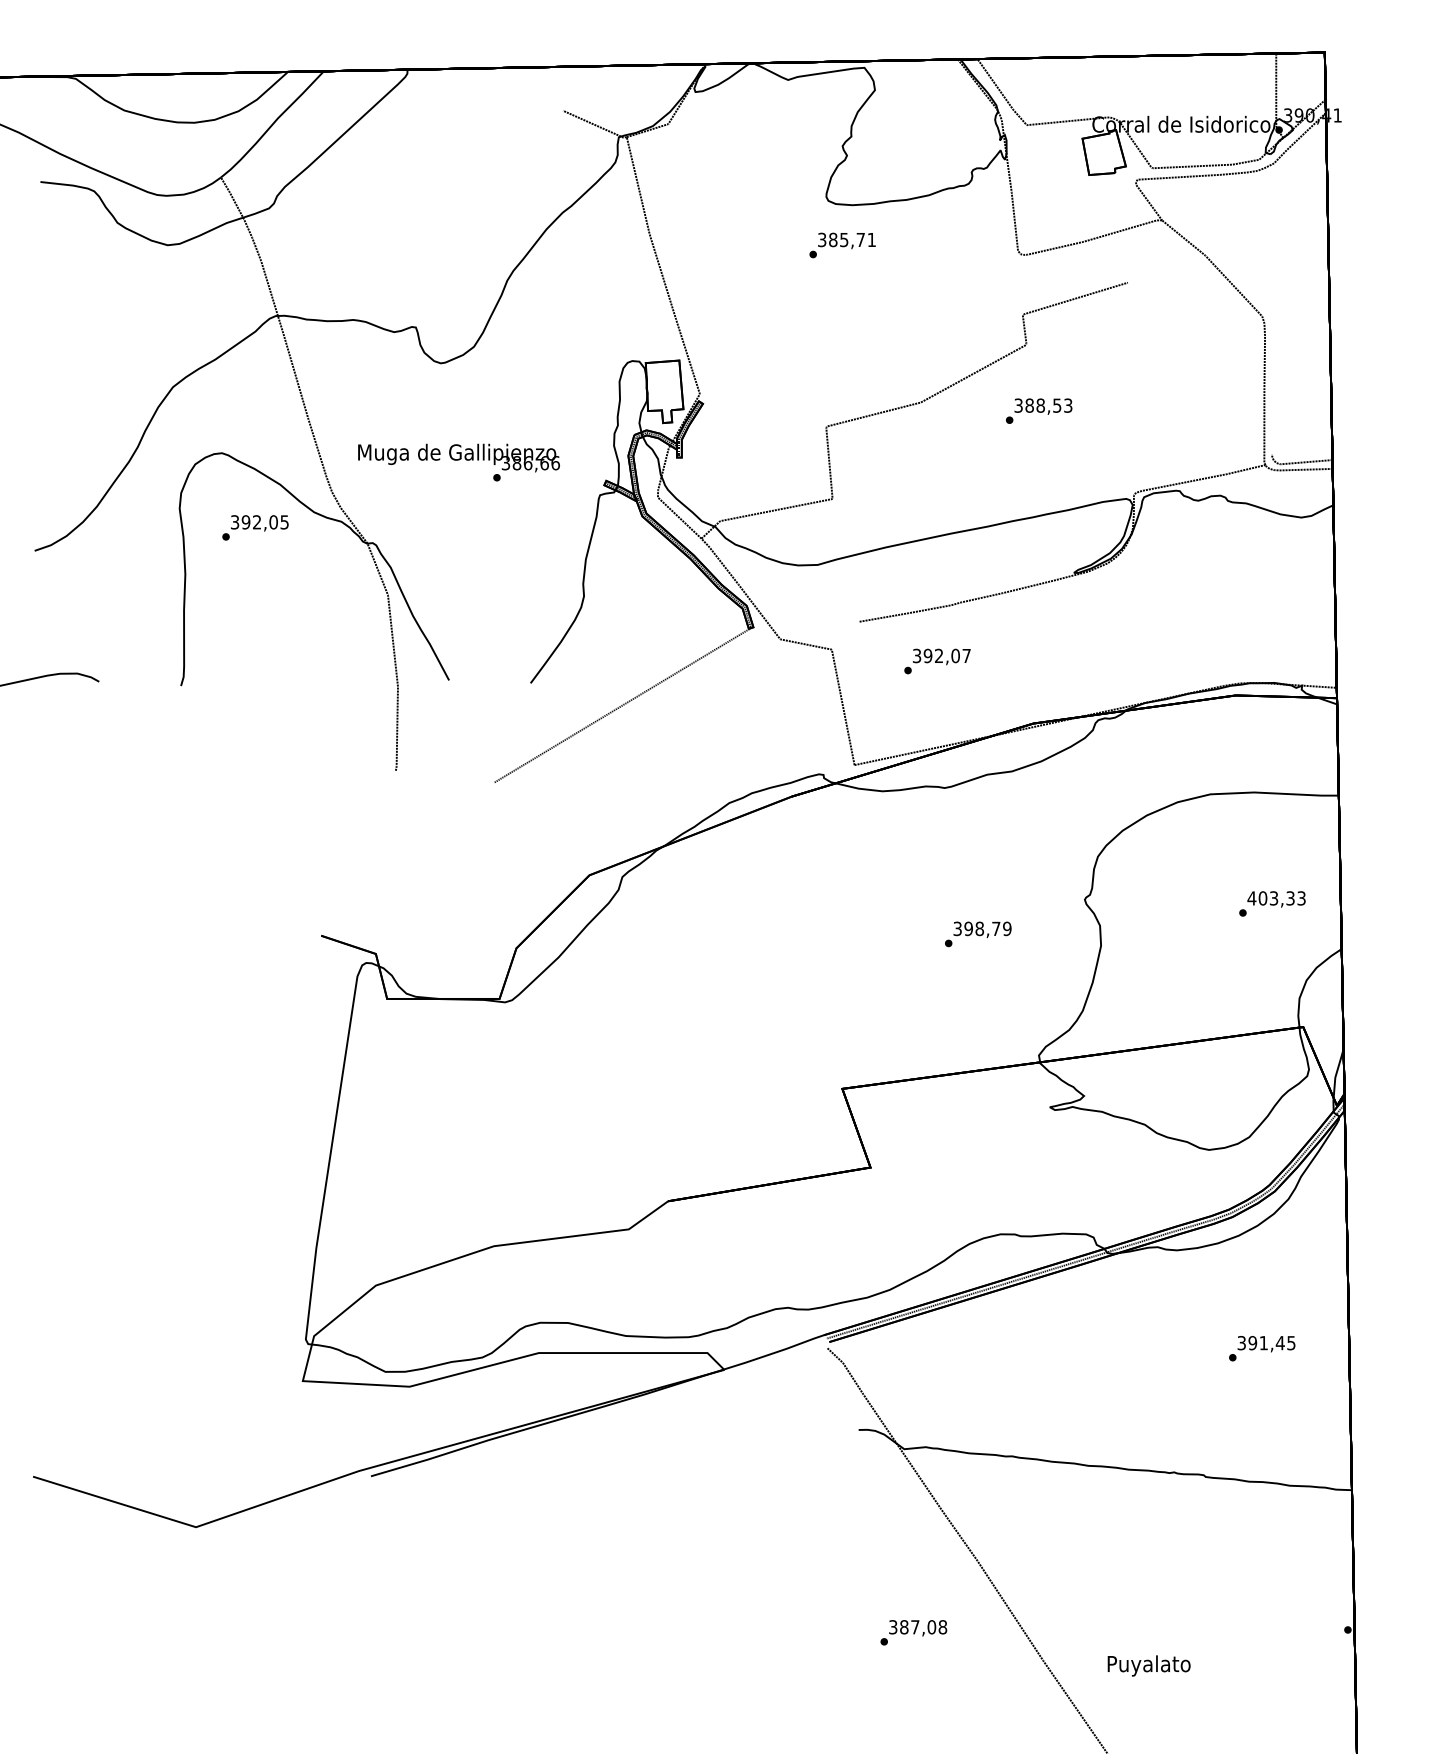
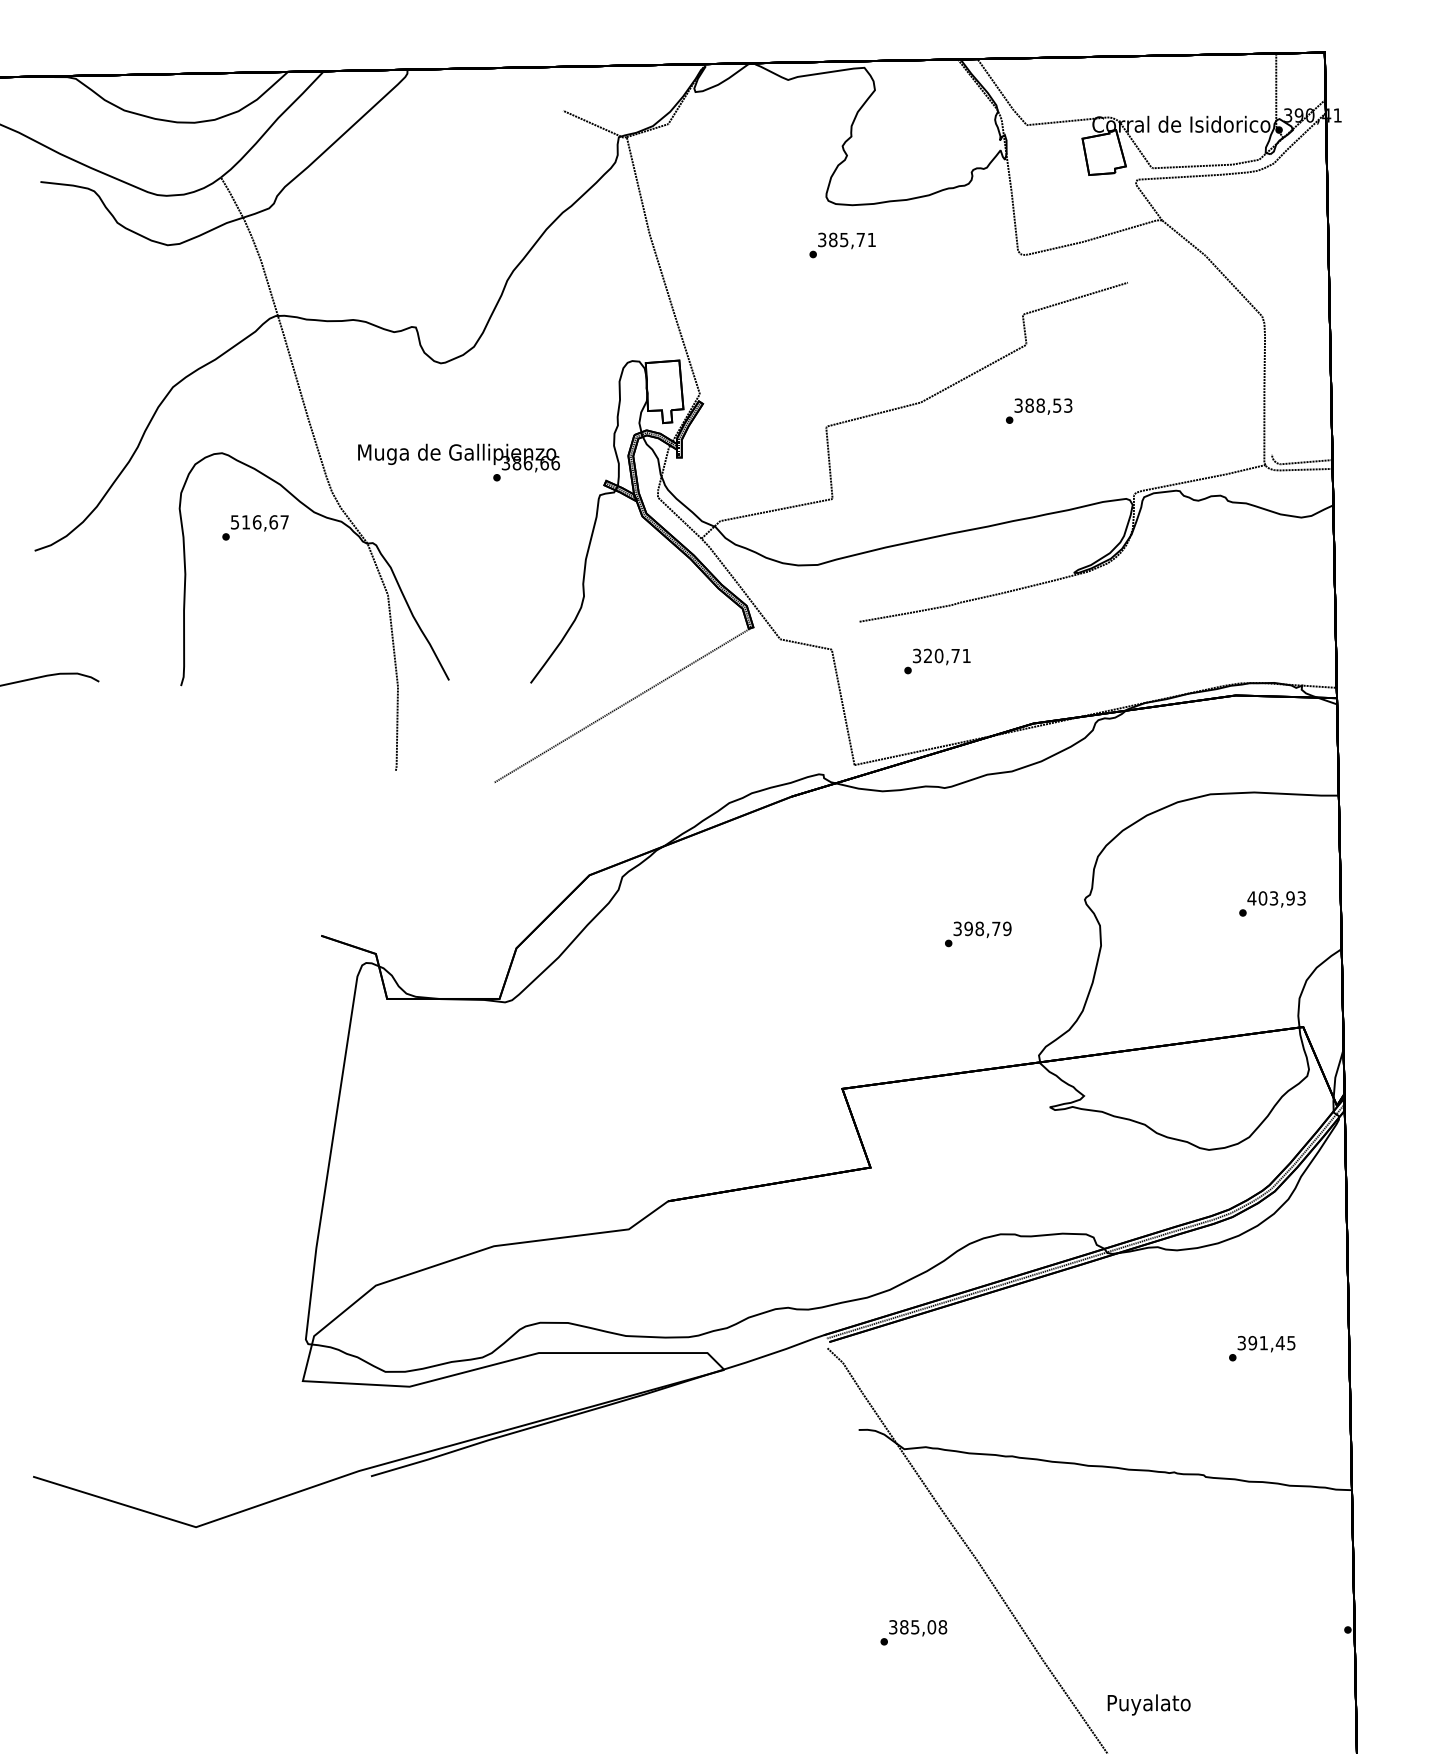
text at (259, 522): 392,05 -> 516,67
text at (946, 655): 392,07 -> 320,71
text at (1290, 898): 403,33 -> 403,93
text at (915, 1627): 387,08 -> 385,08
text at (1148, 1665) position: (1148, 1665) -> (1148, 1704)
